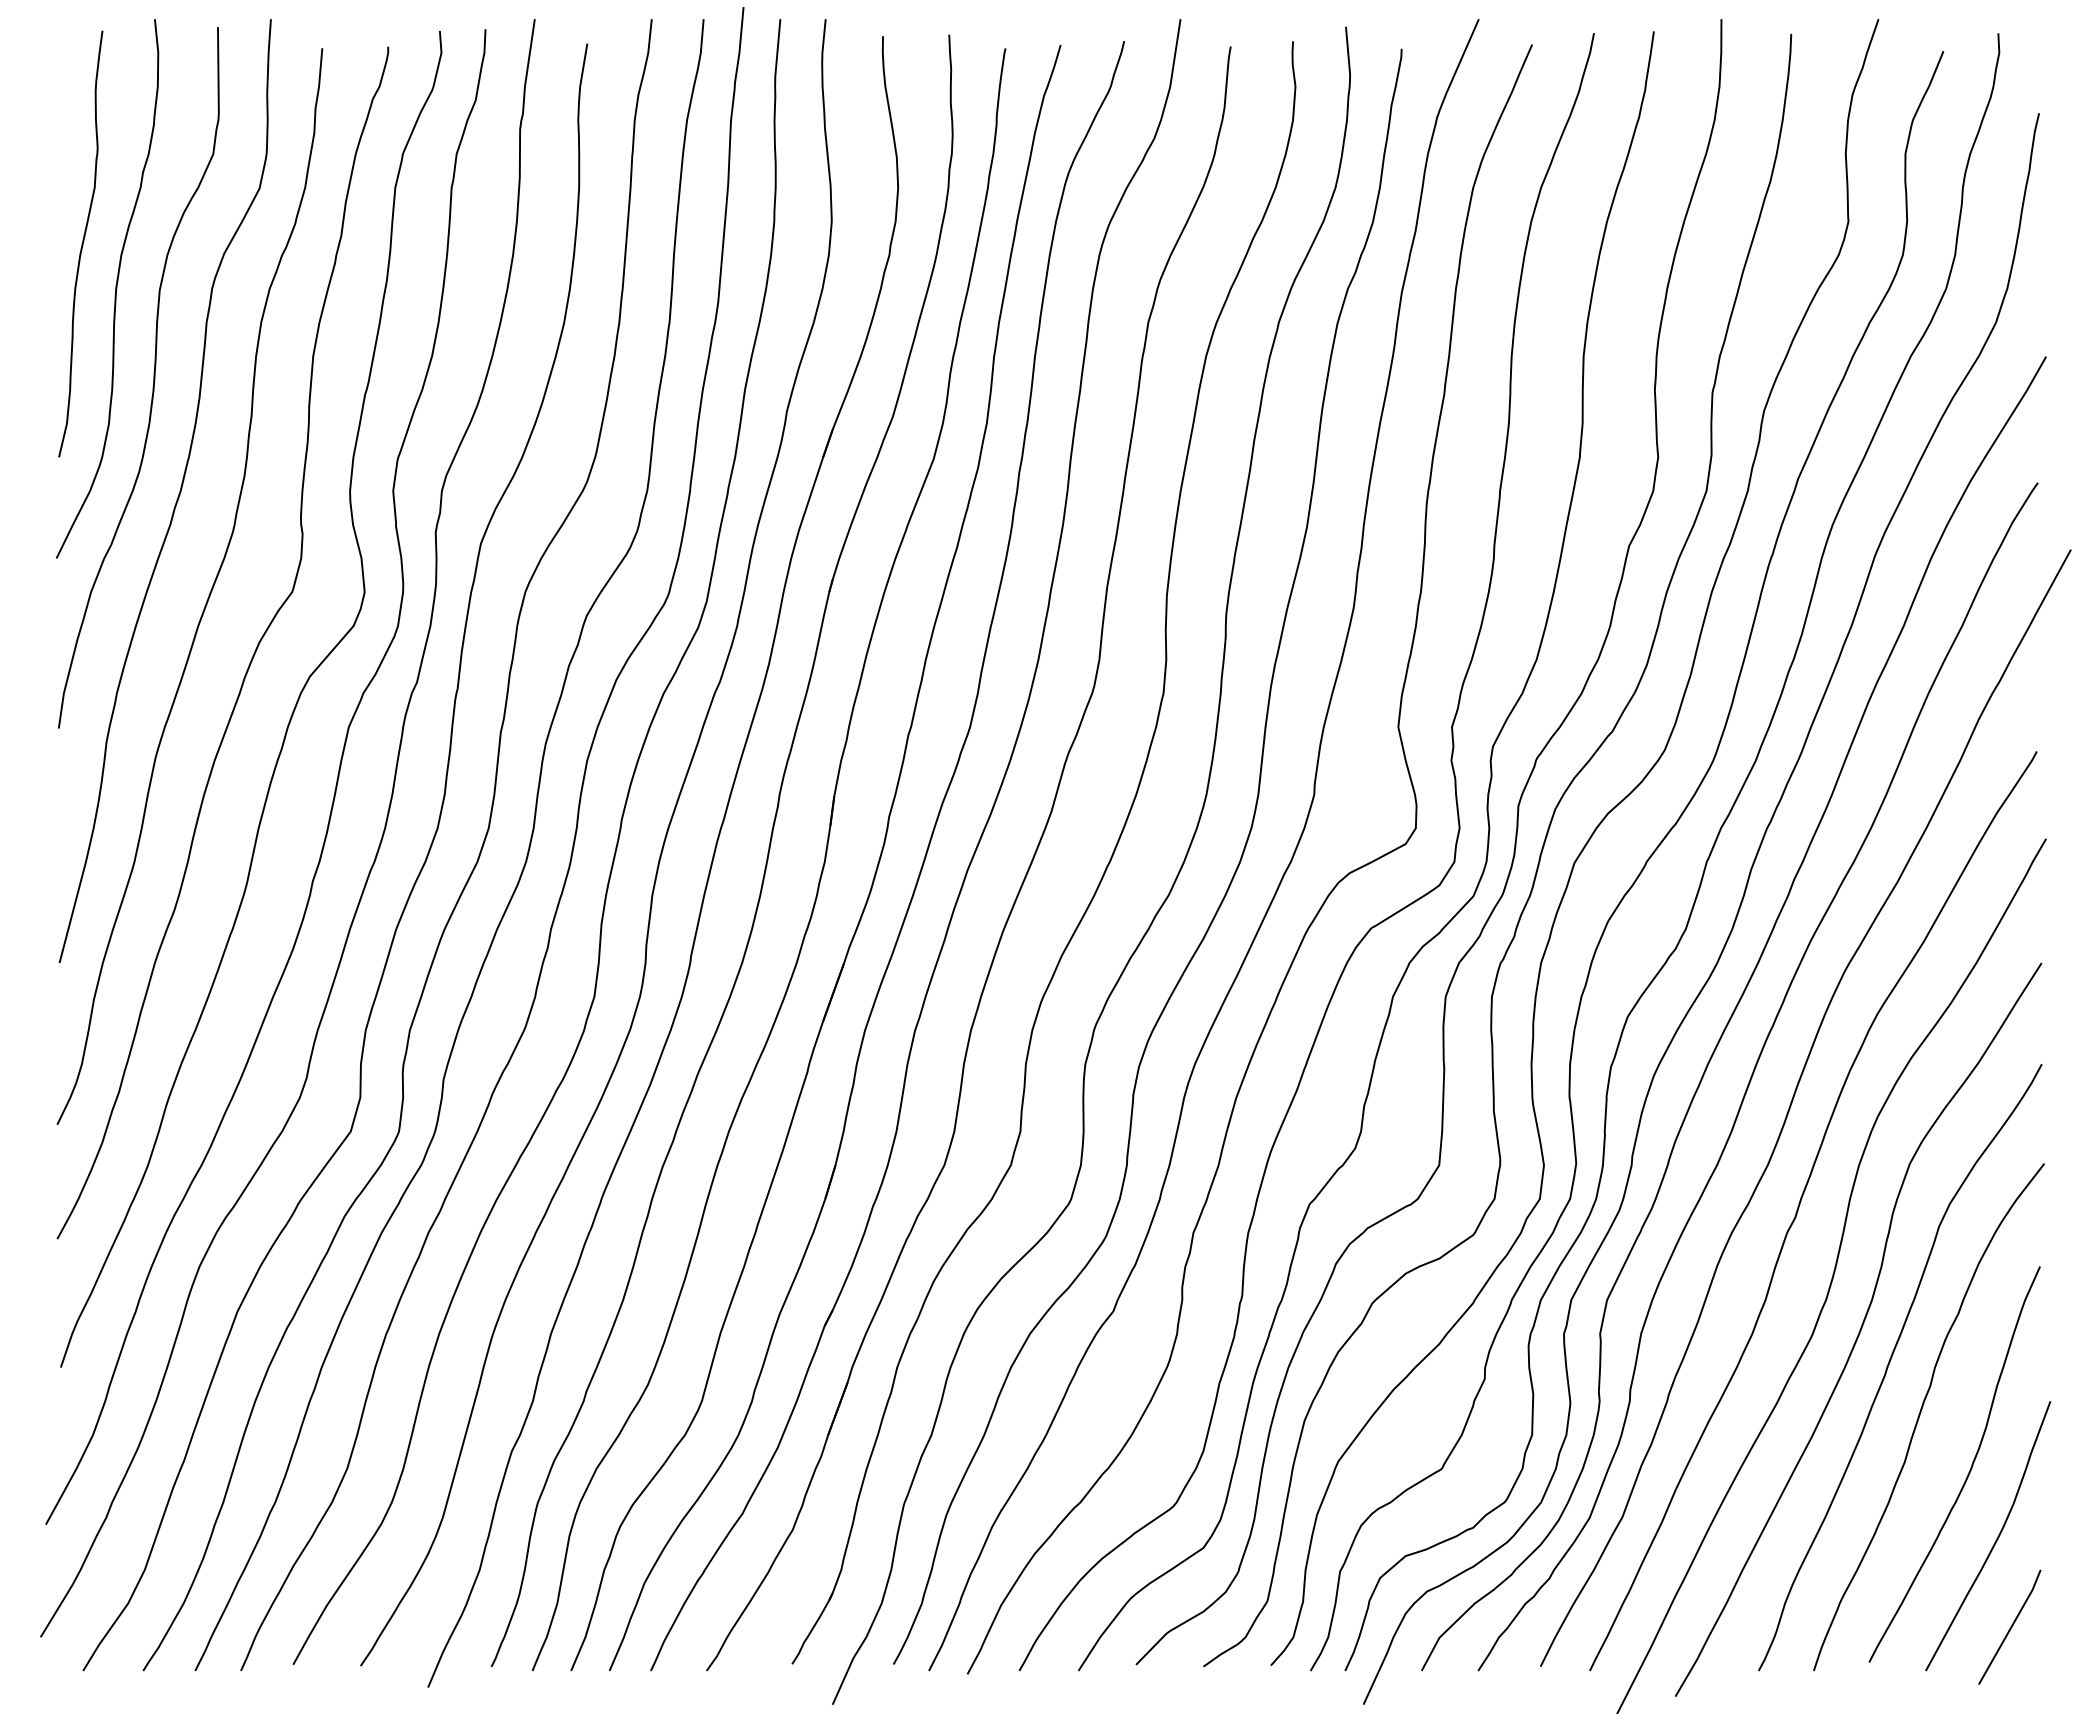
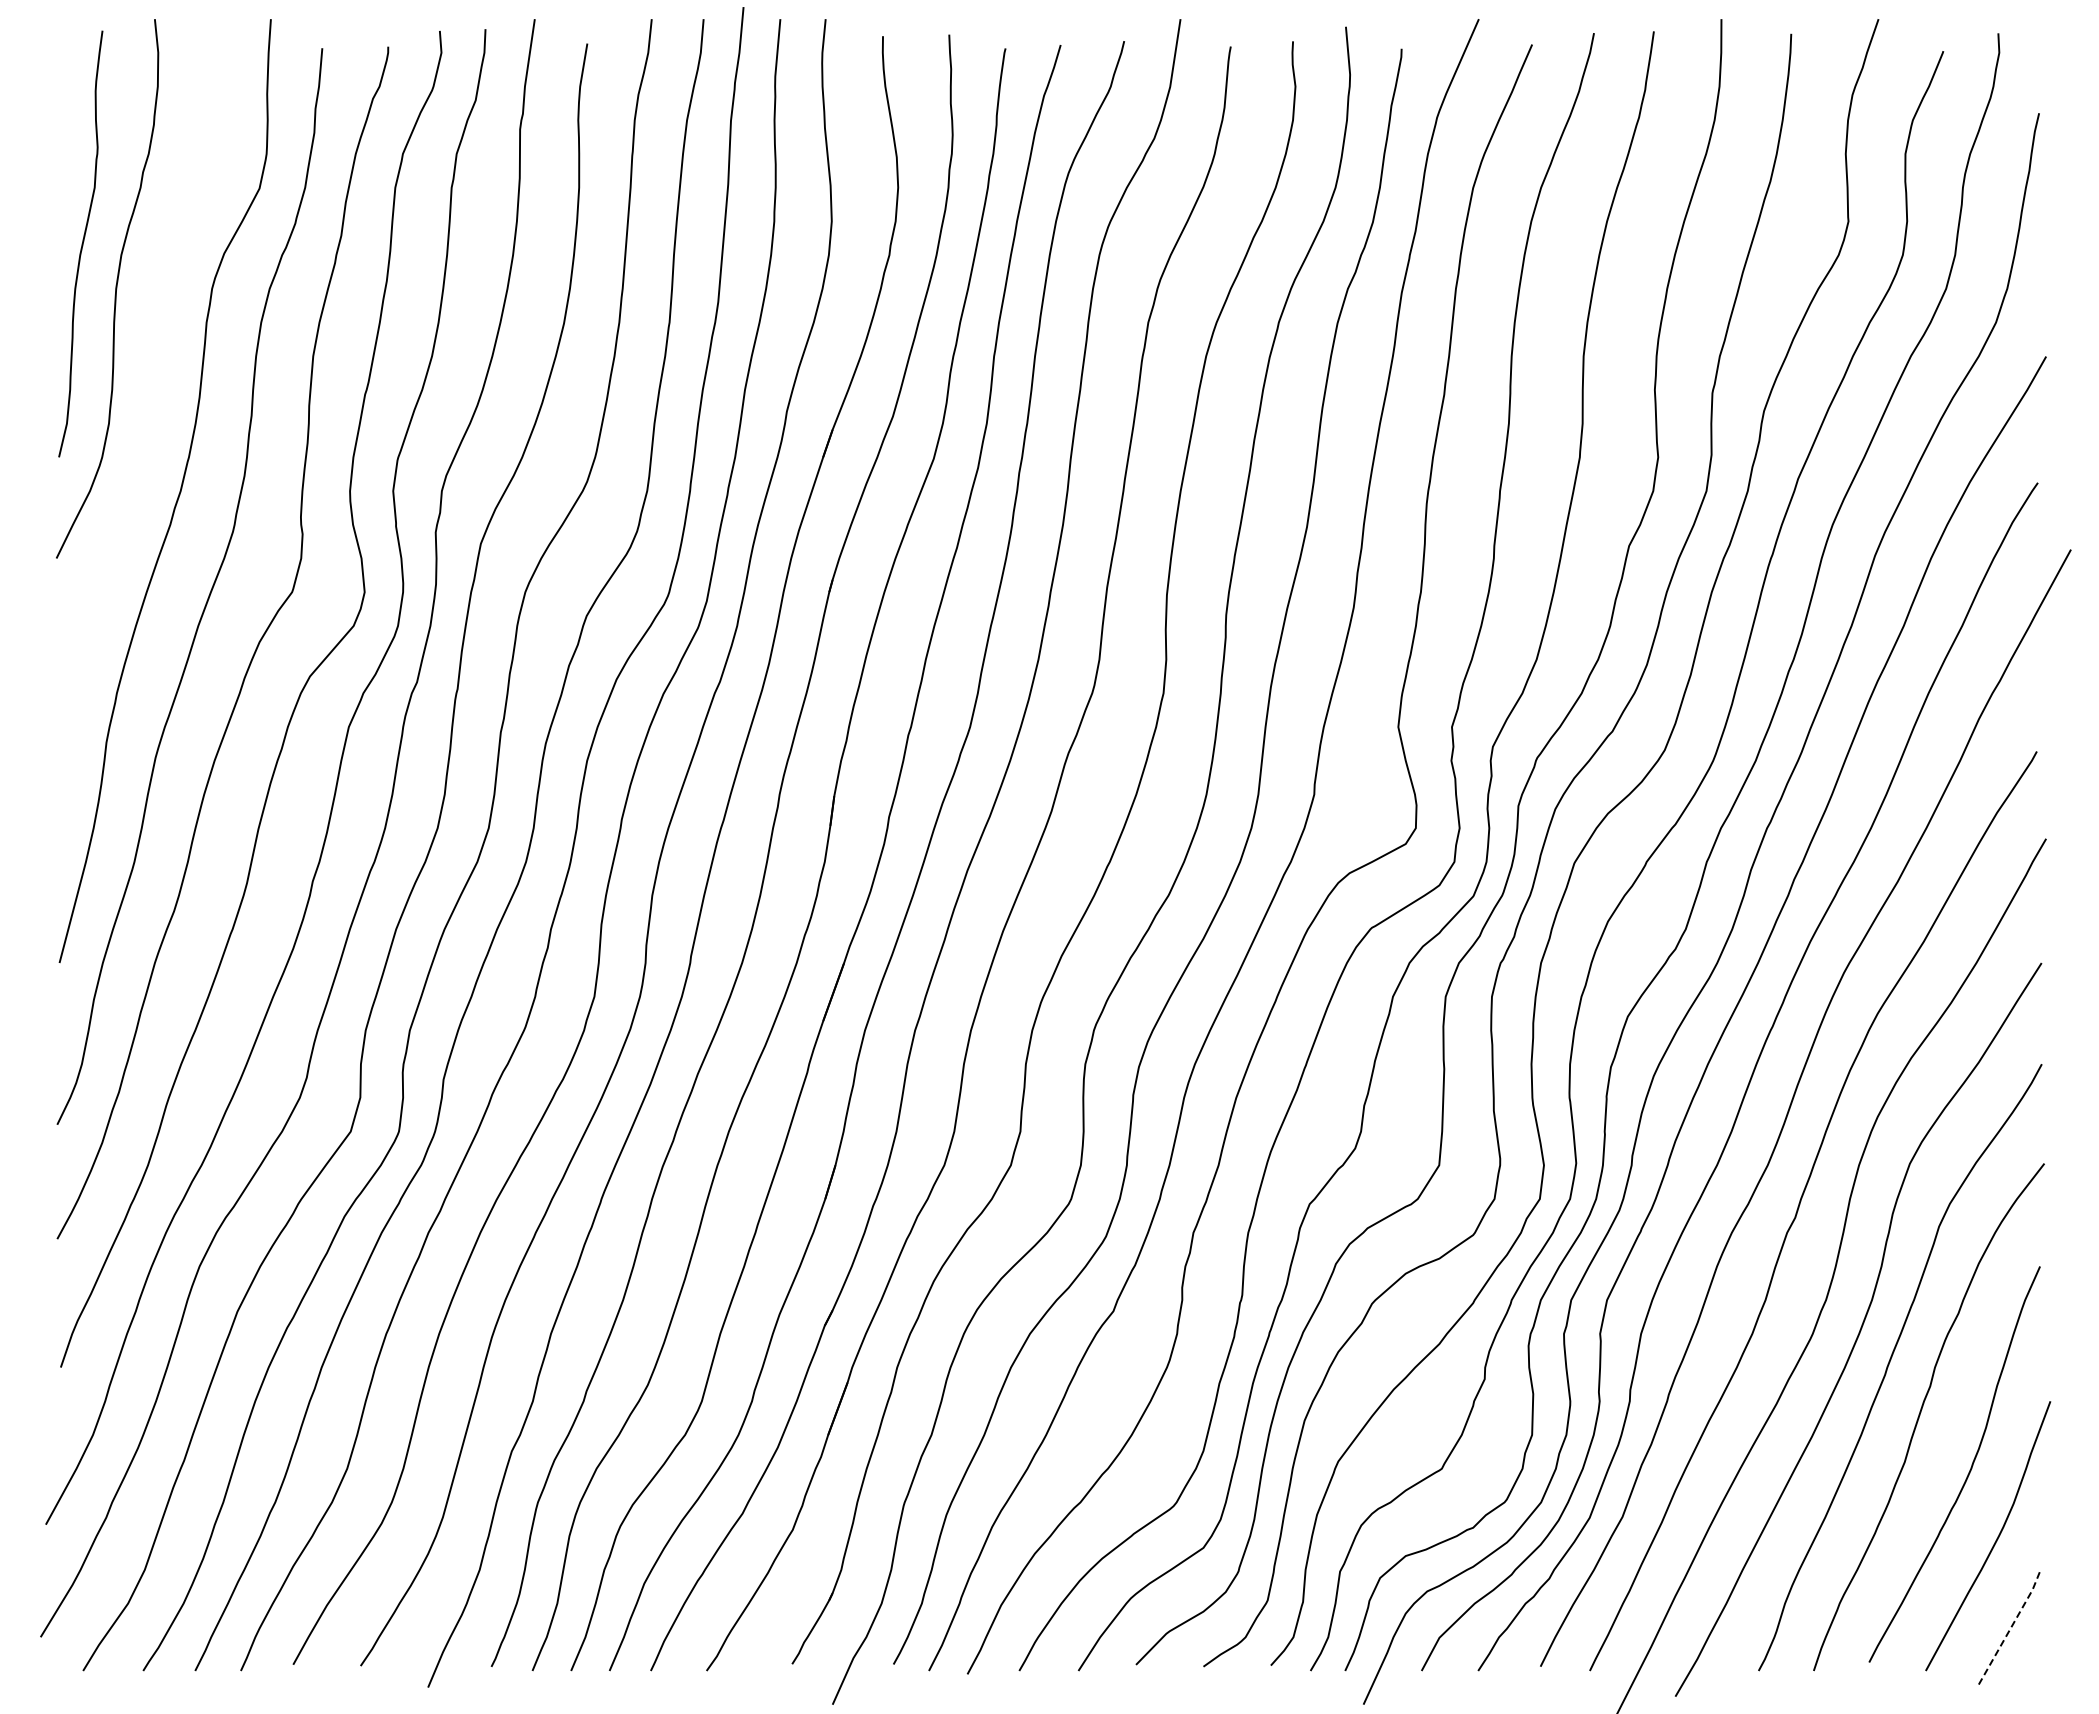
curve at (153, 377): present -> none
line at (2011, 1627): solid -> dashed
